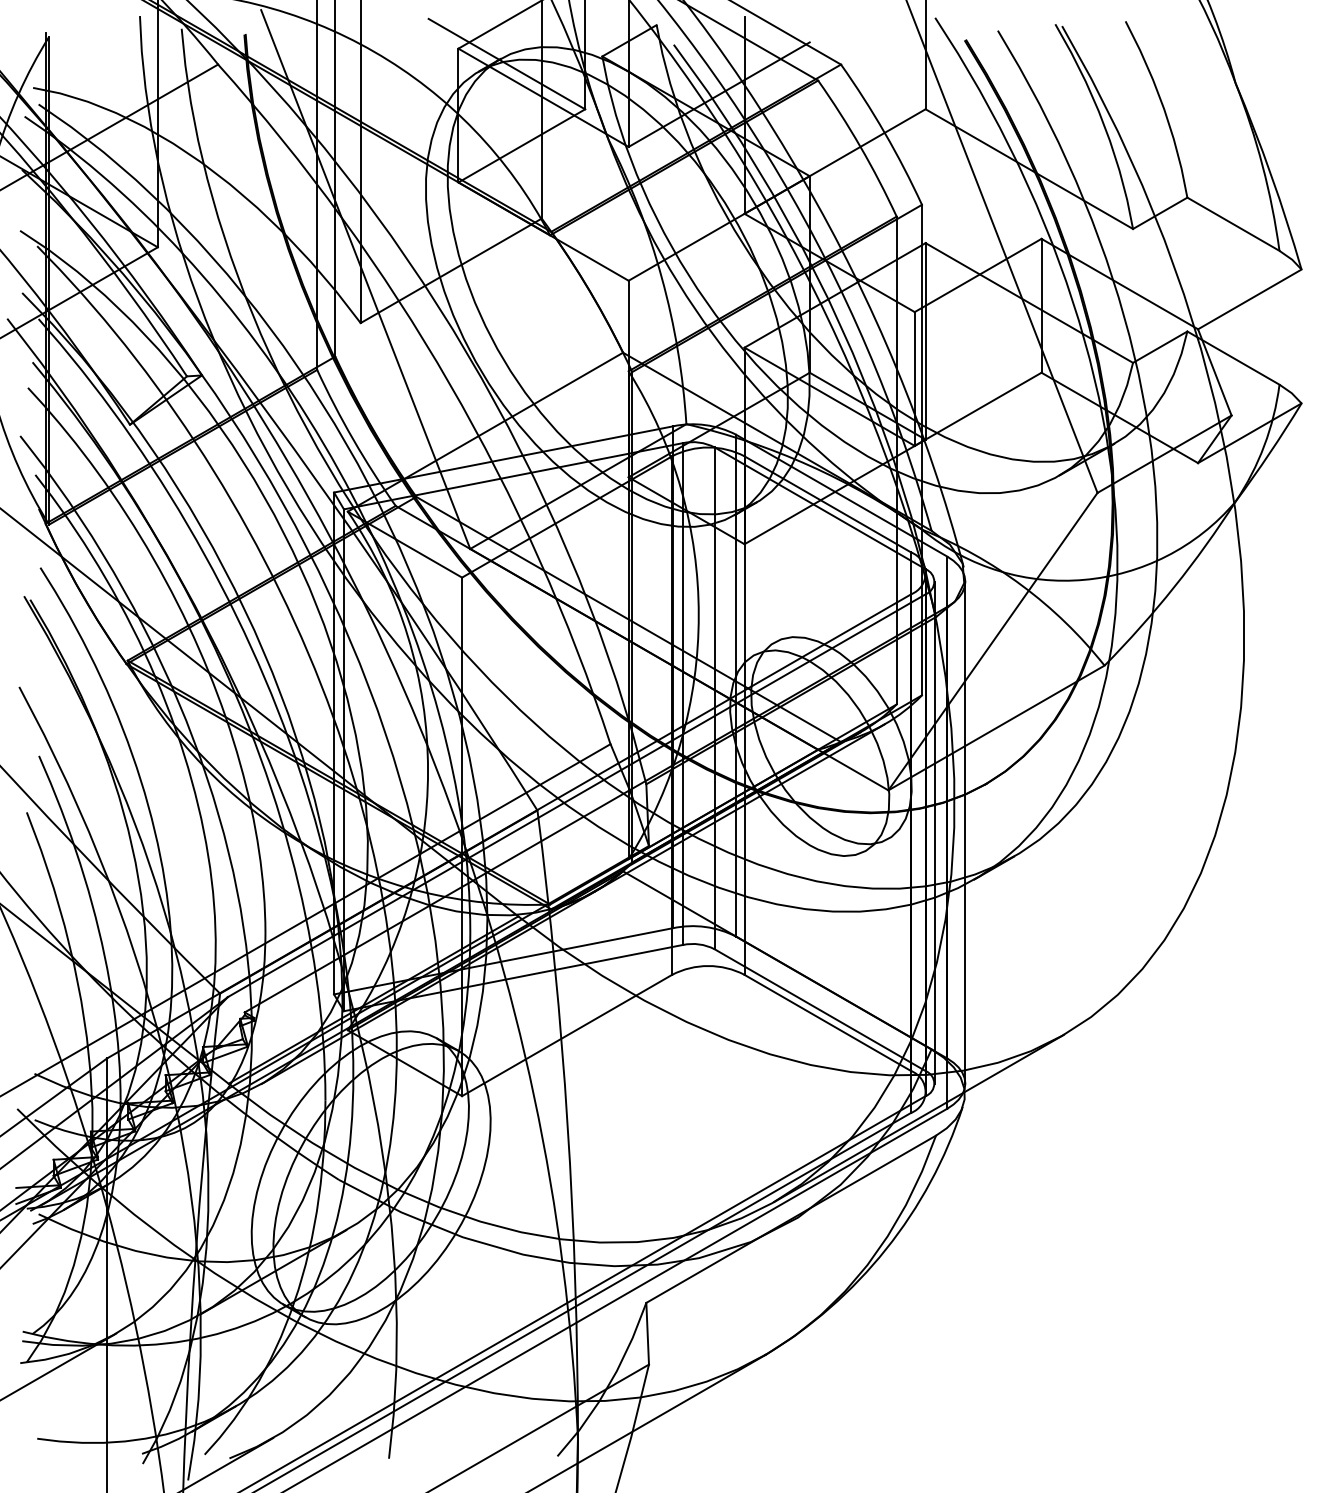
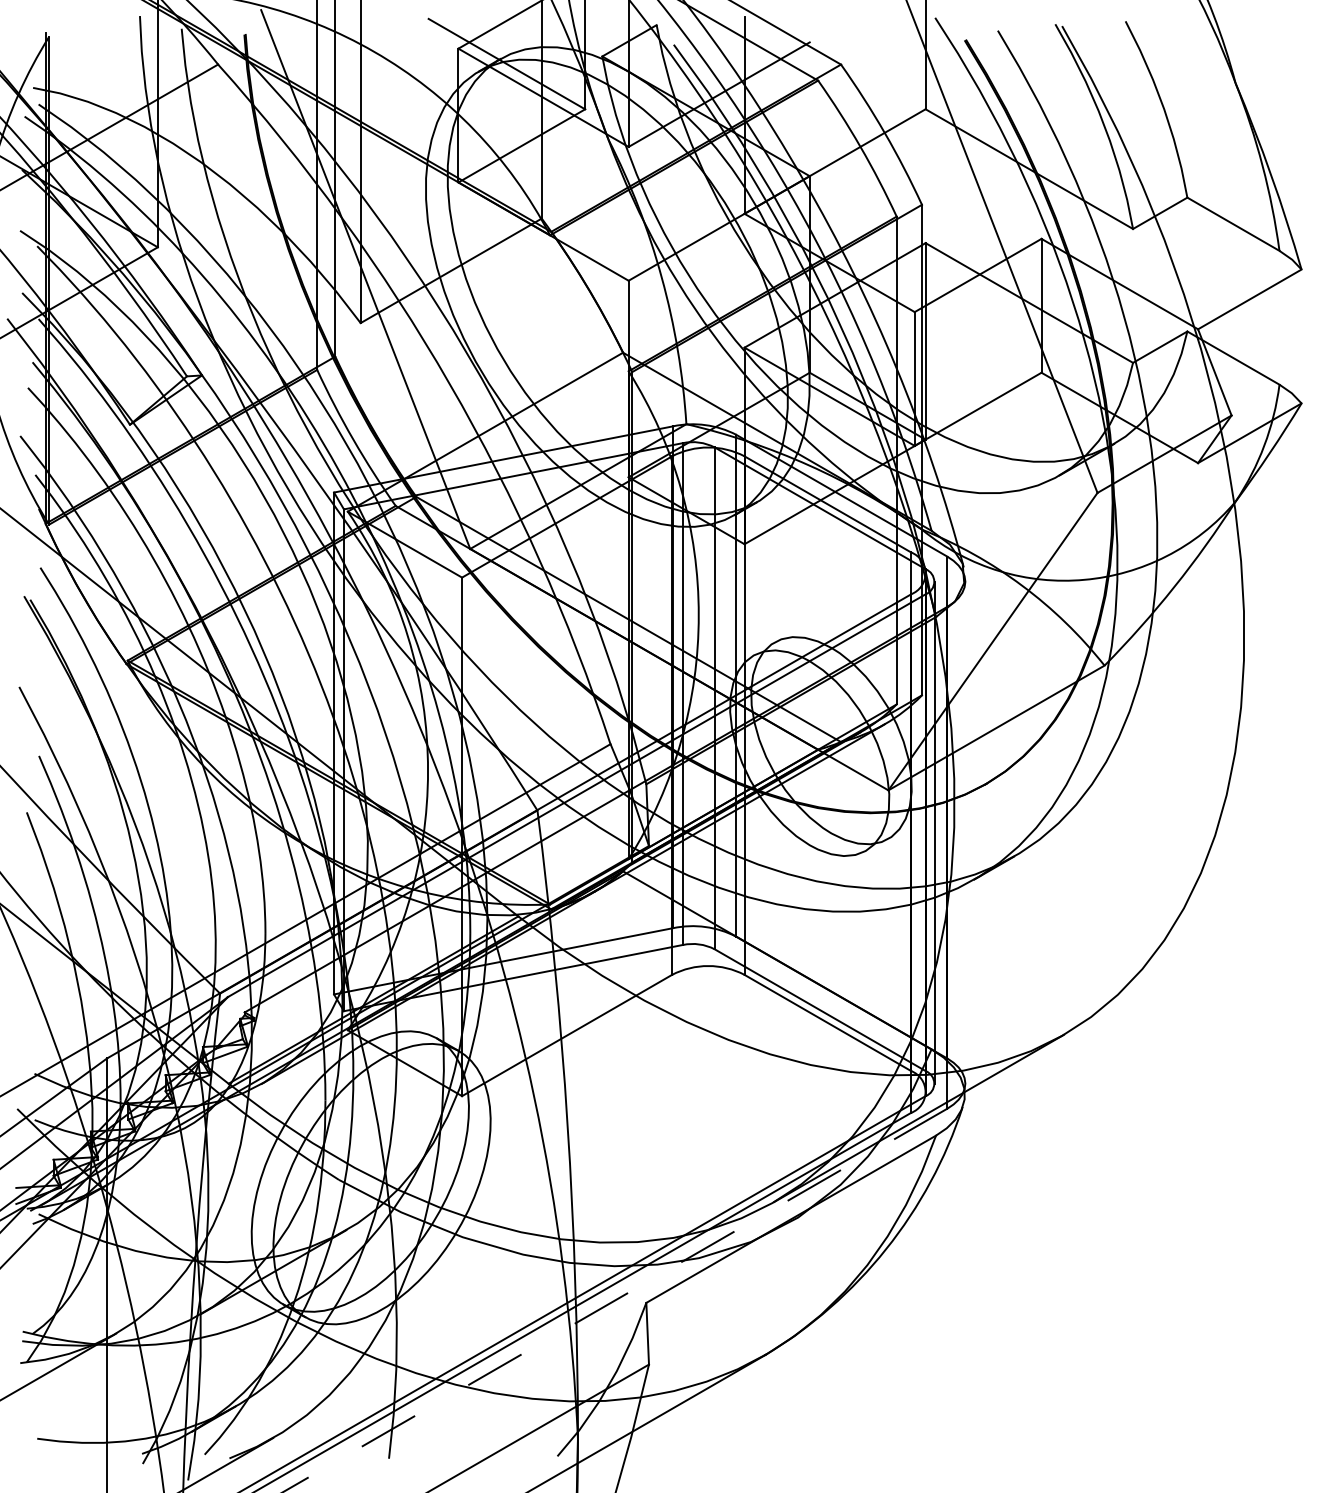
line at (965, 832): present -> none
line at (614, 1300): solid -> dashed
